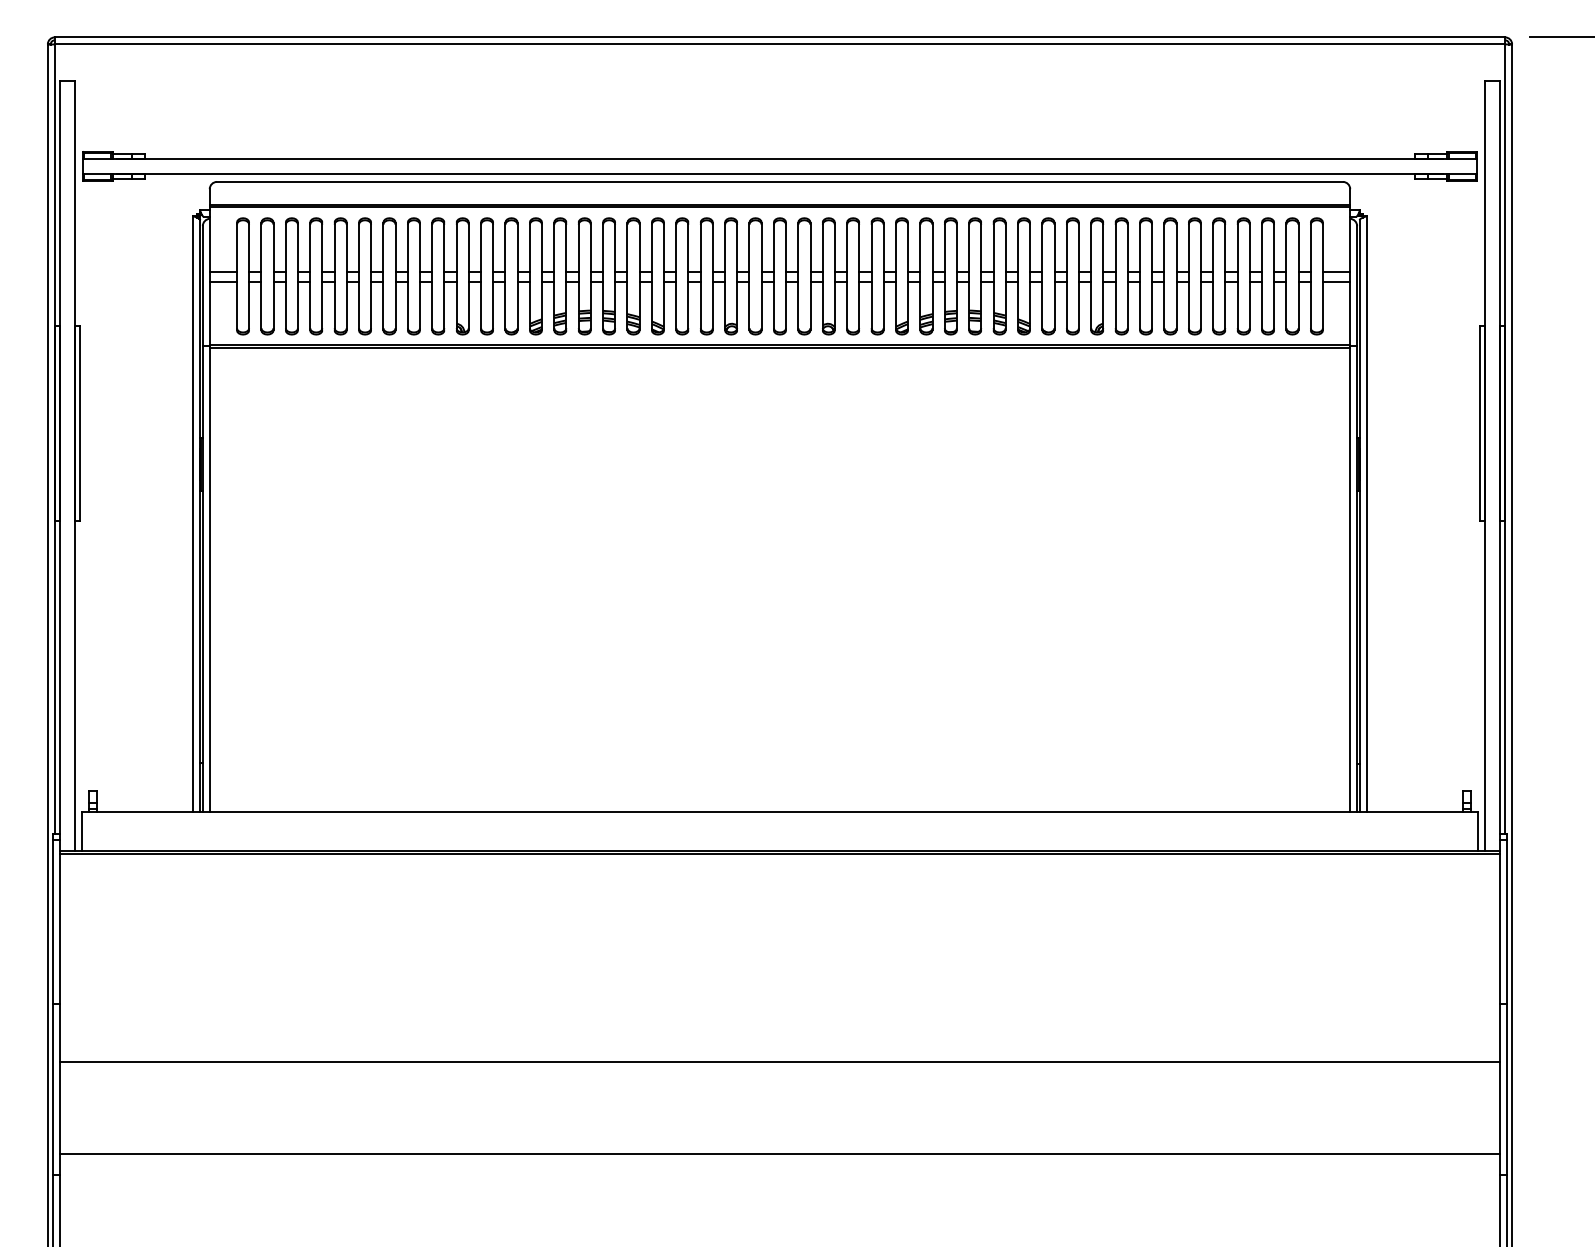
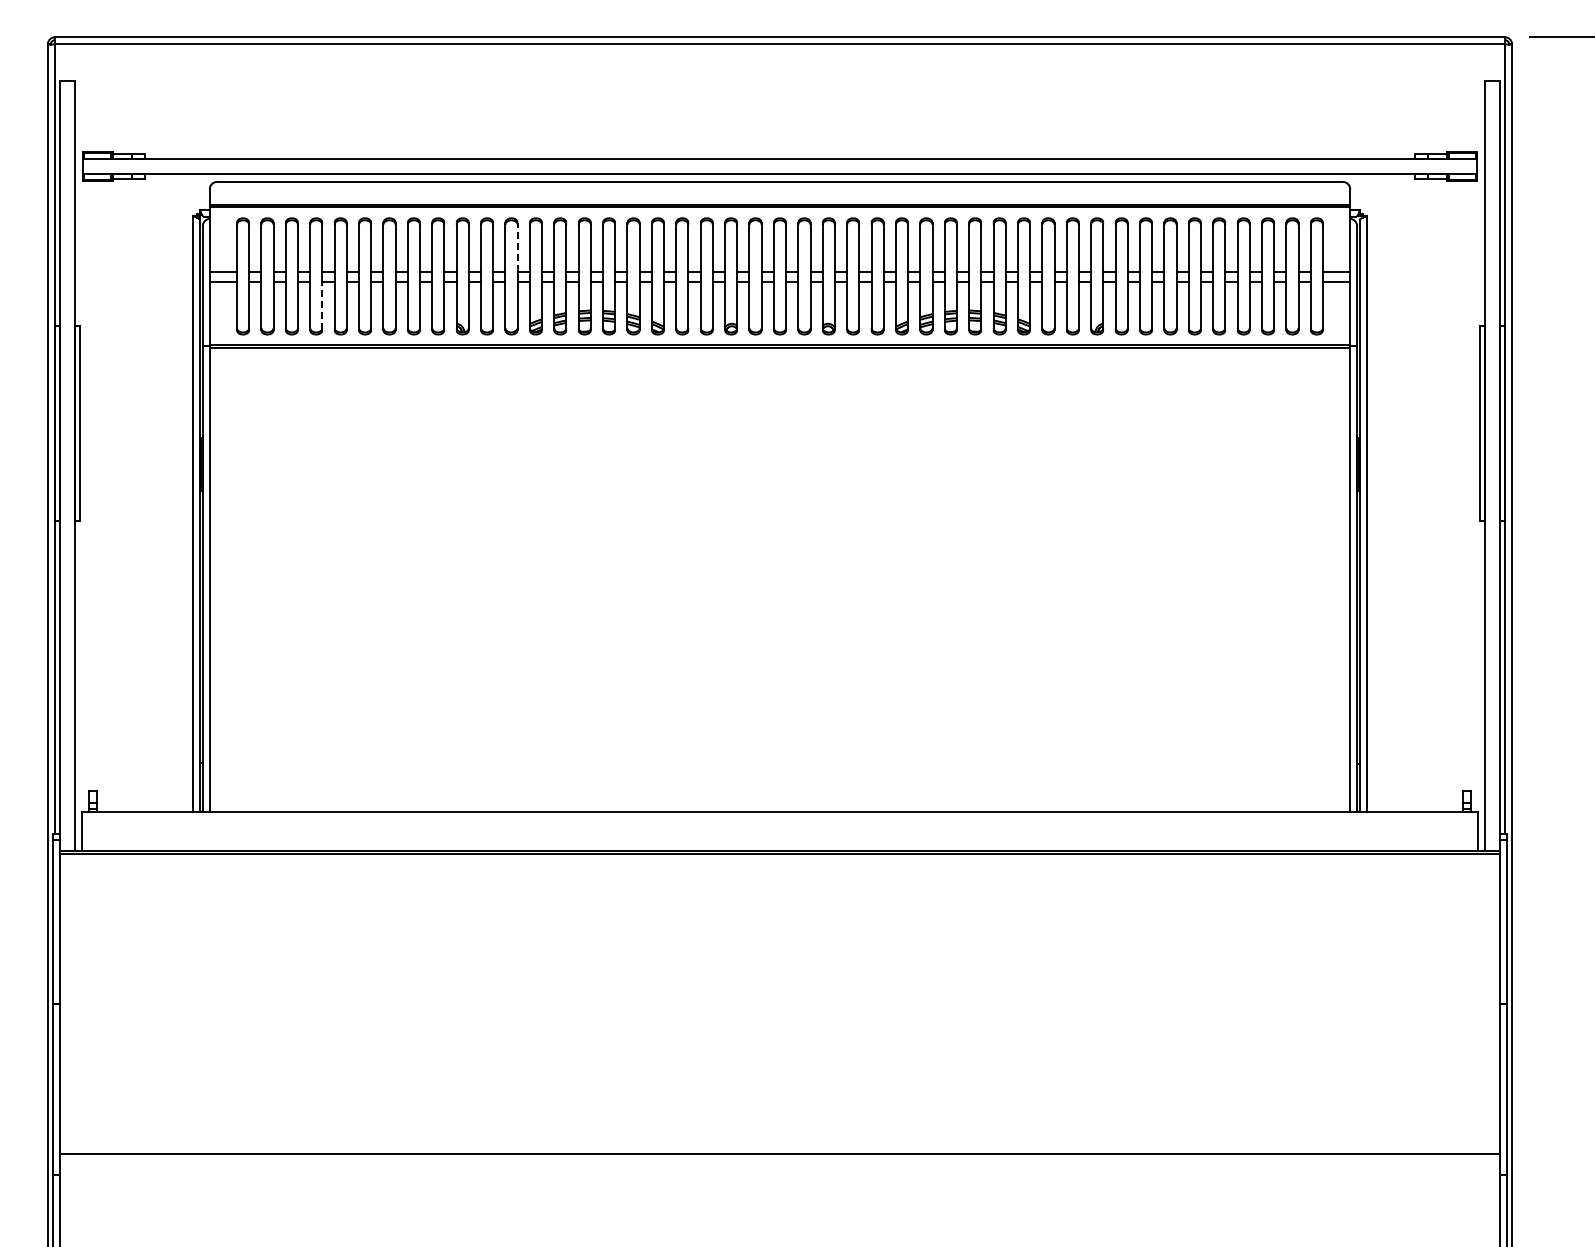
line at (517, 247): solid -> dashed
line at (322, 305): solid -> dashed
line at (779, 1061): present -> none
